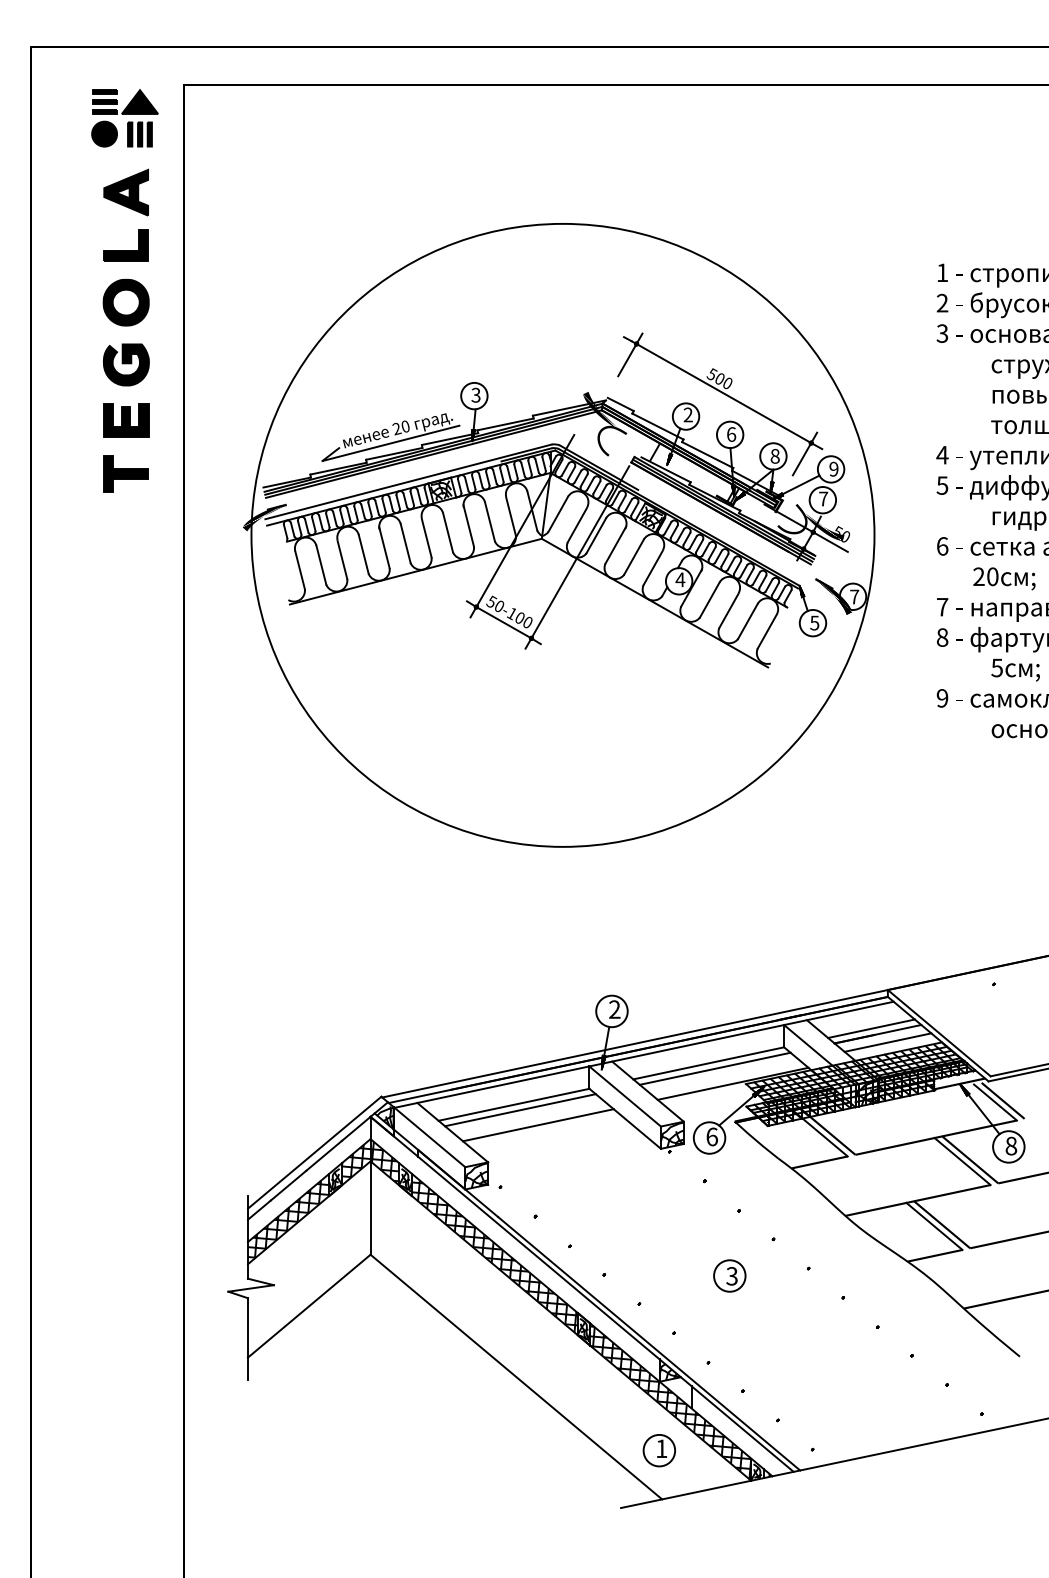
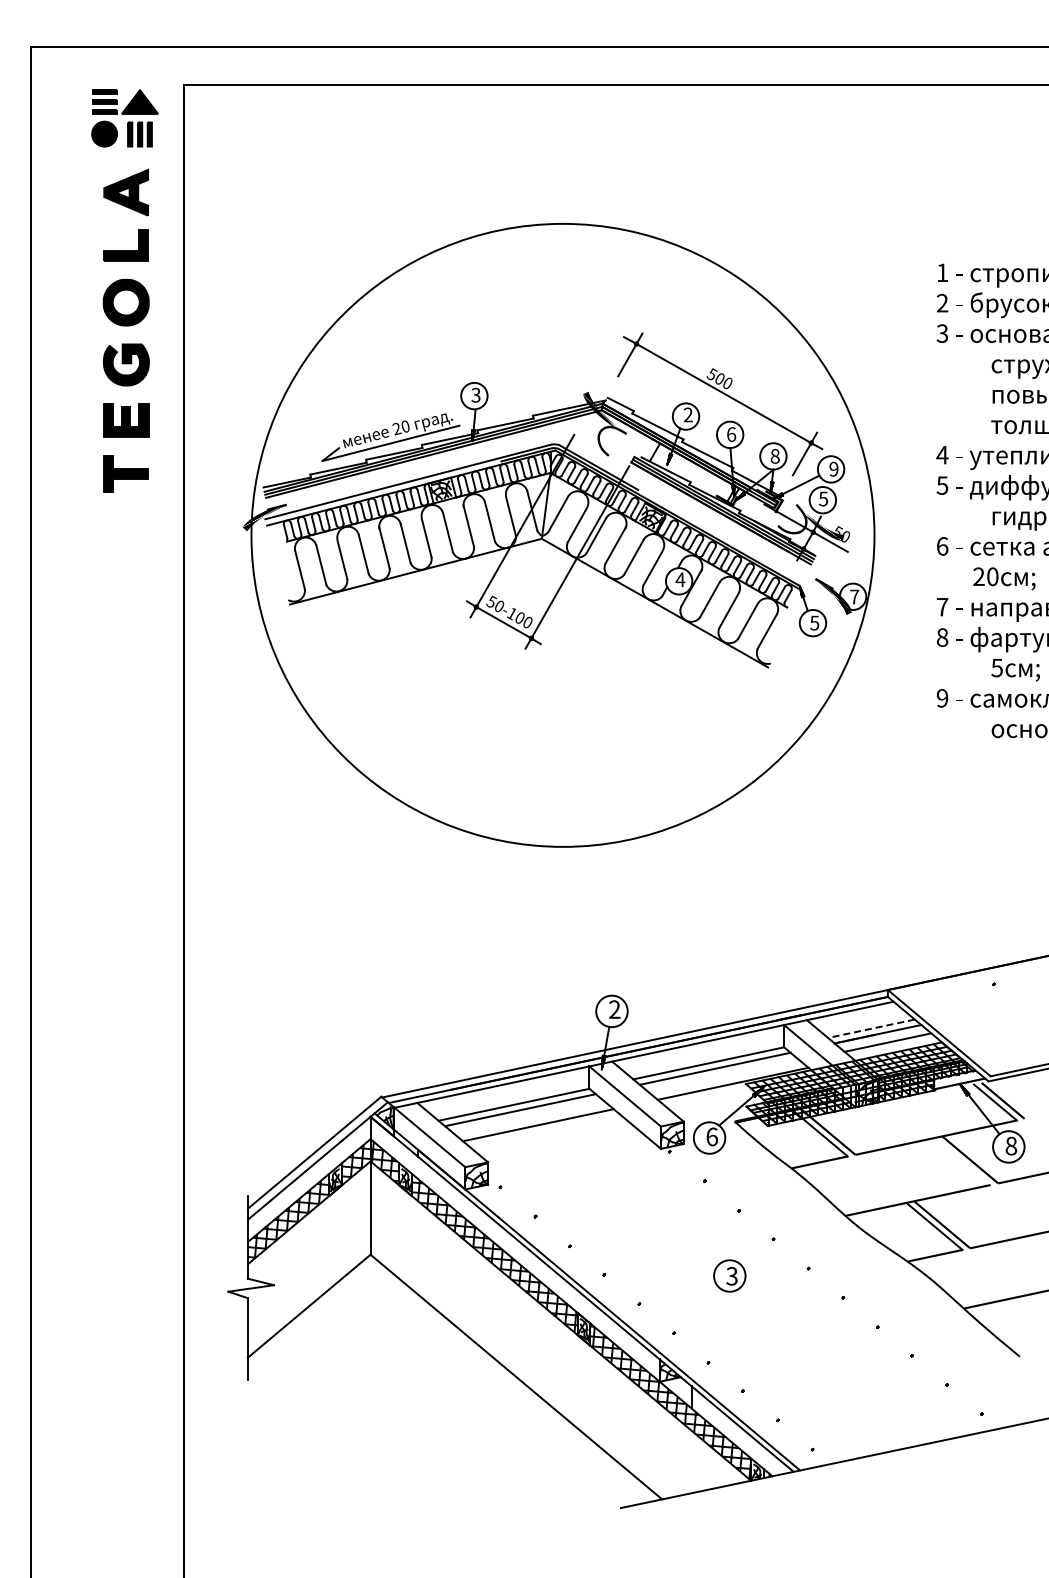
text at (823, 498): 7 -> 5
line at (870, 1028): solid -> dashed
line at (962, 1161): present -> none
part at (658, 1450): present -> none
